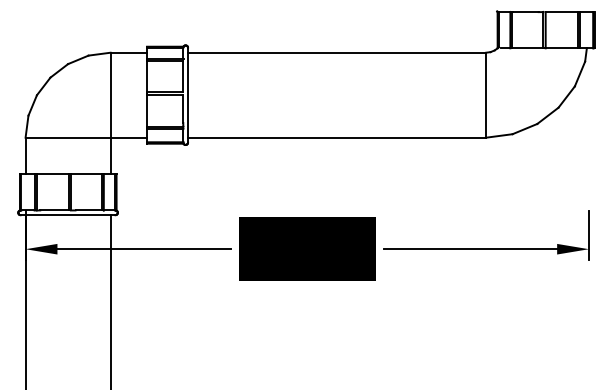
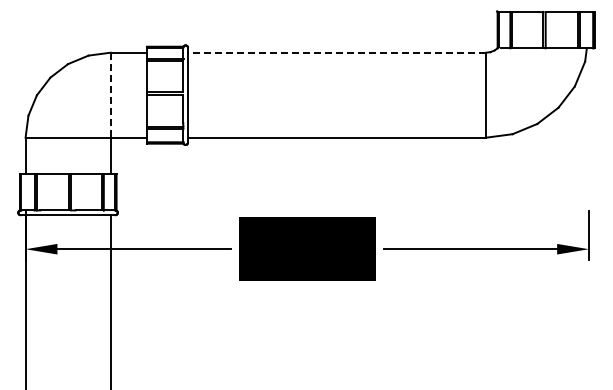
line at (336, 52): solid -> dashed
line at (110, 95): solid -> dashed
